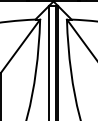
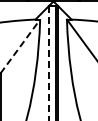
line at (20, 46): solid -> dashed
line at (49, 63): solid -> dashed
